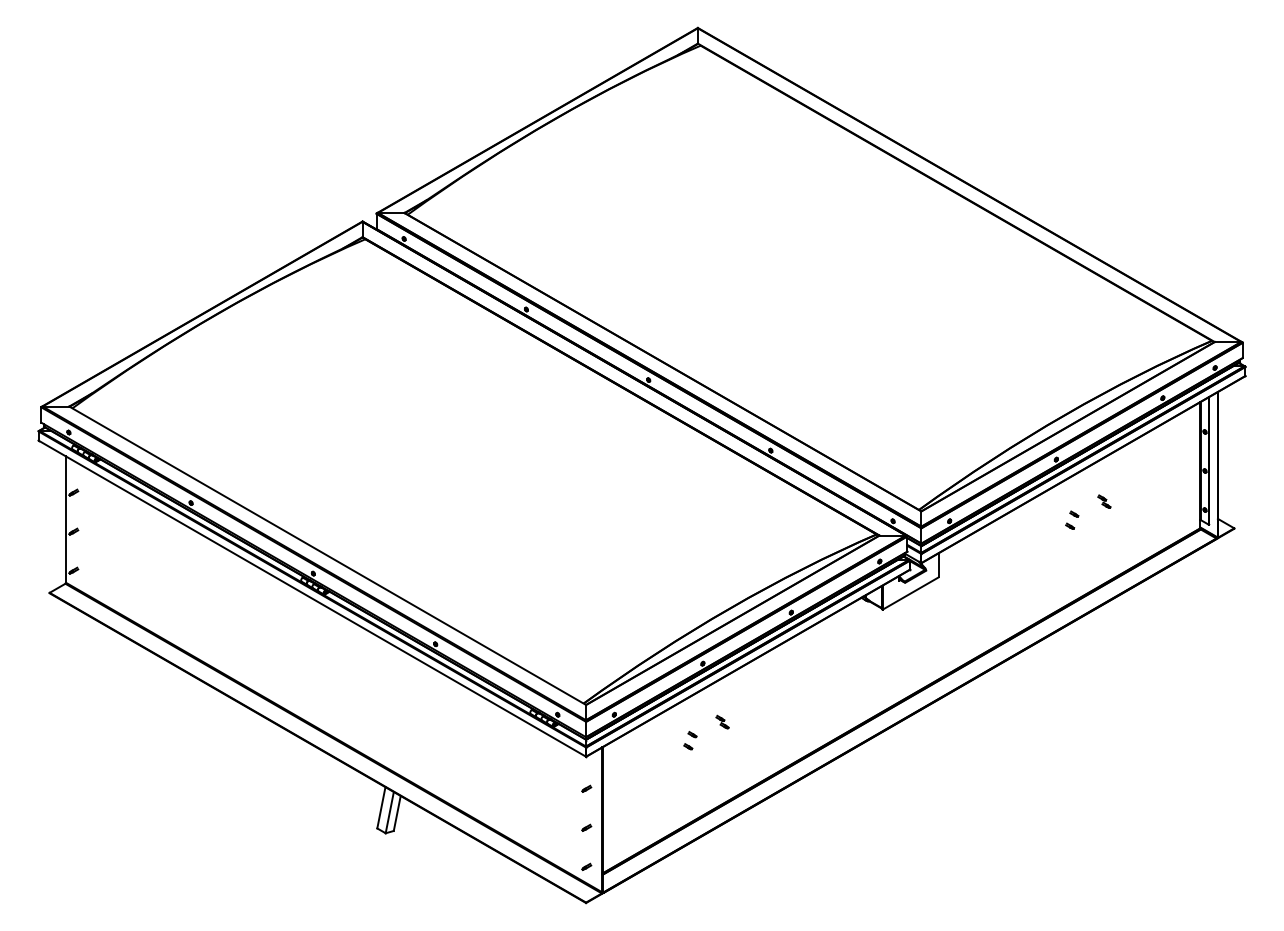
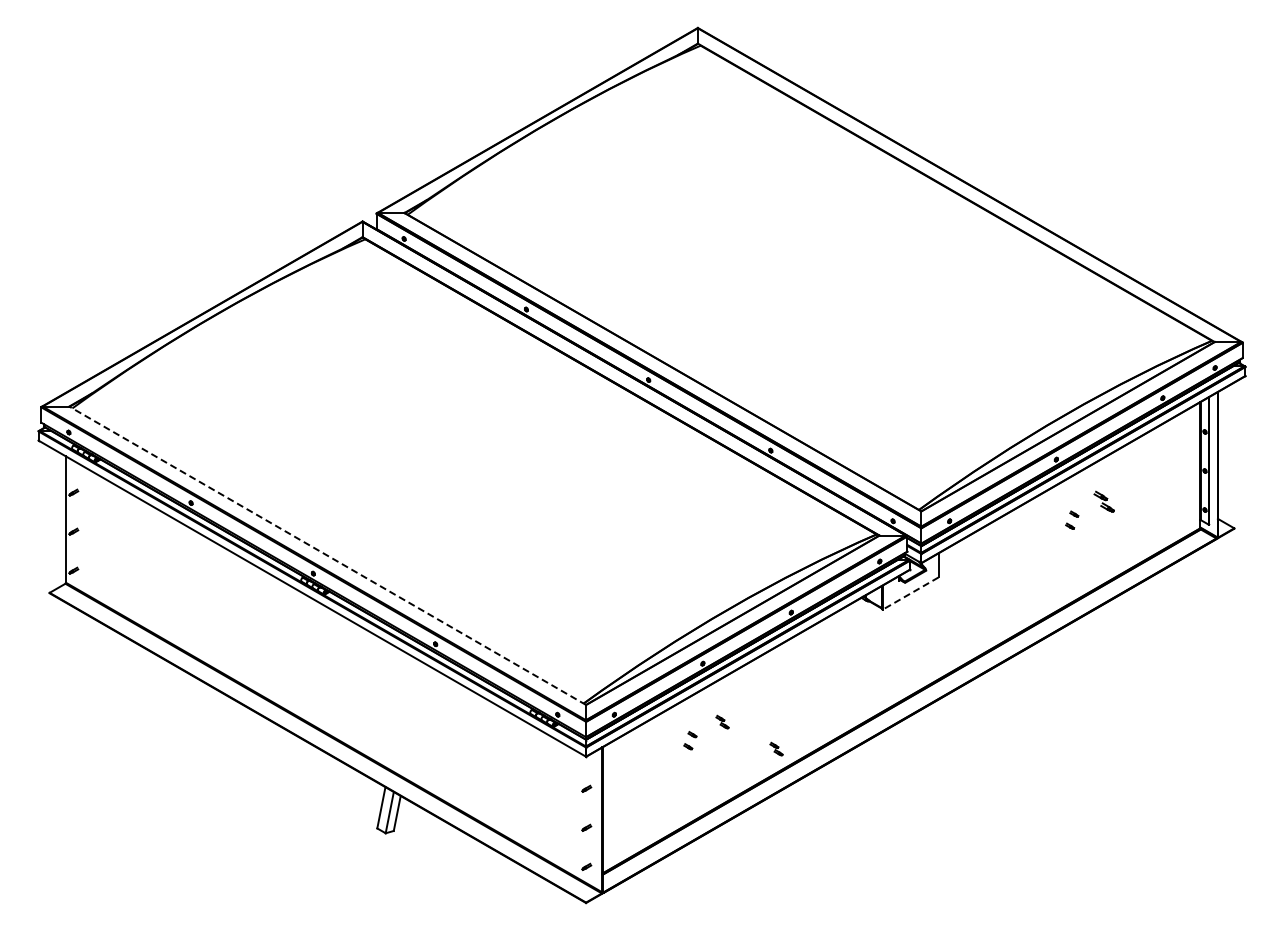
part at (1104, 501) size: 15x15 px -> 22x23 px
line at (327, 555): solid -> dashed
line at (910, 593): solid -> dashed
part at (776, 748): none -> present
